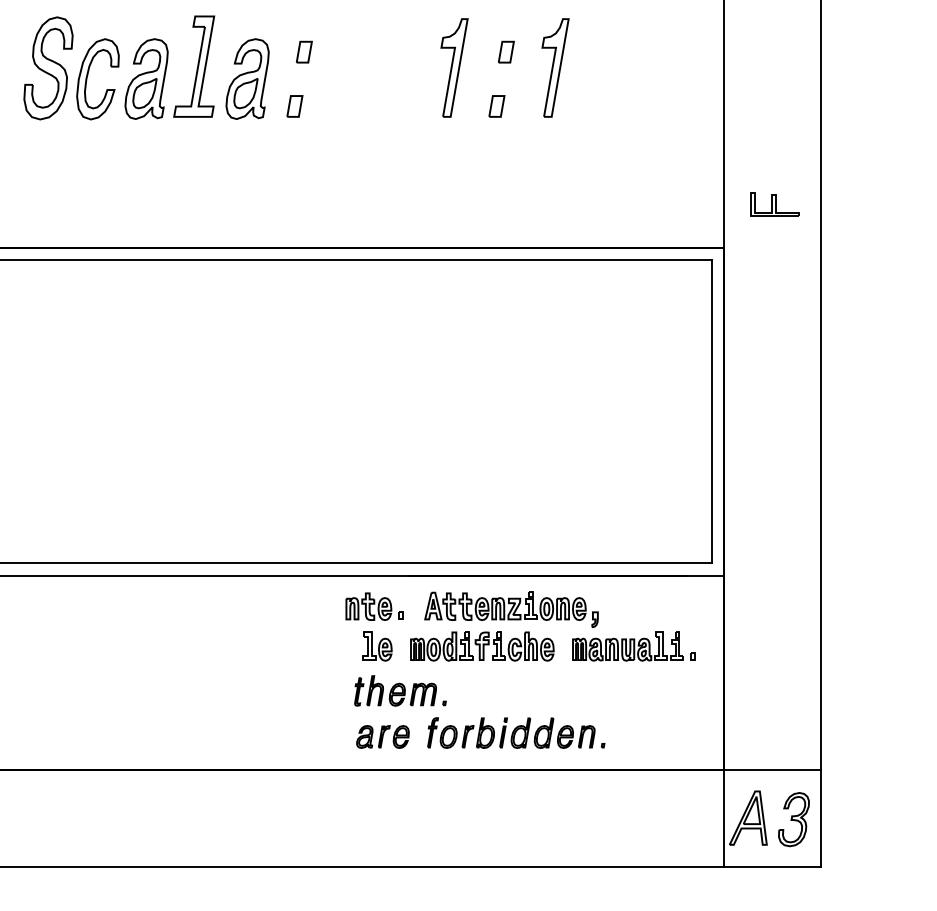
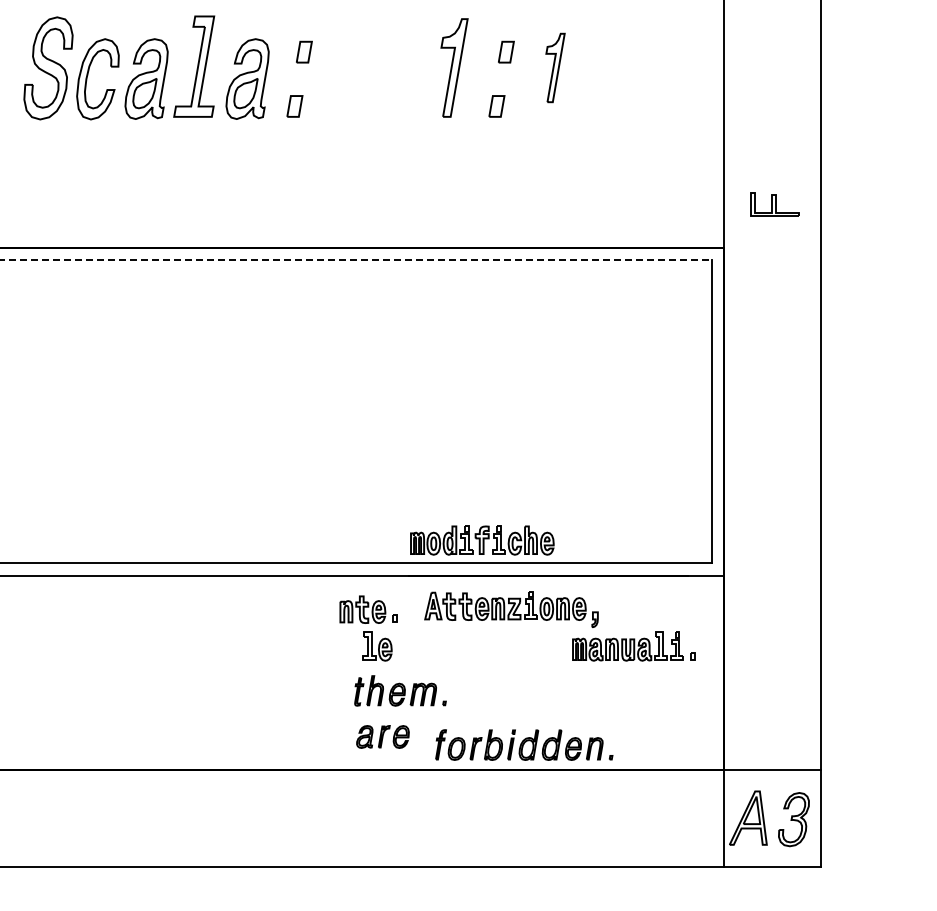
part at (555, 67) size: 29x100 px -> 21x72 px
line at (356, 260): solid -> dashed
part at (374, 606) position: (374, 606) -> (368, 609)
part at (482, 646) position: (482, 646) -> (482, 540)
part at (516, 732) position: (516, 732) -> (524, 744)
